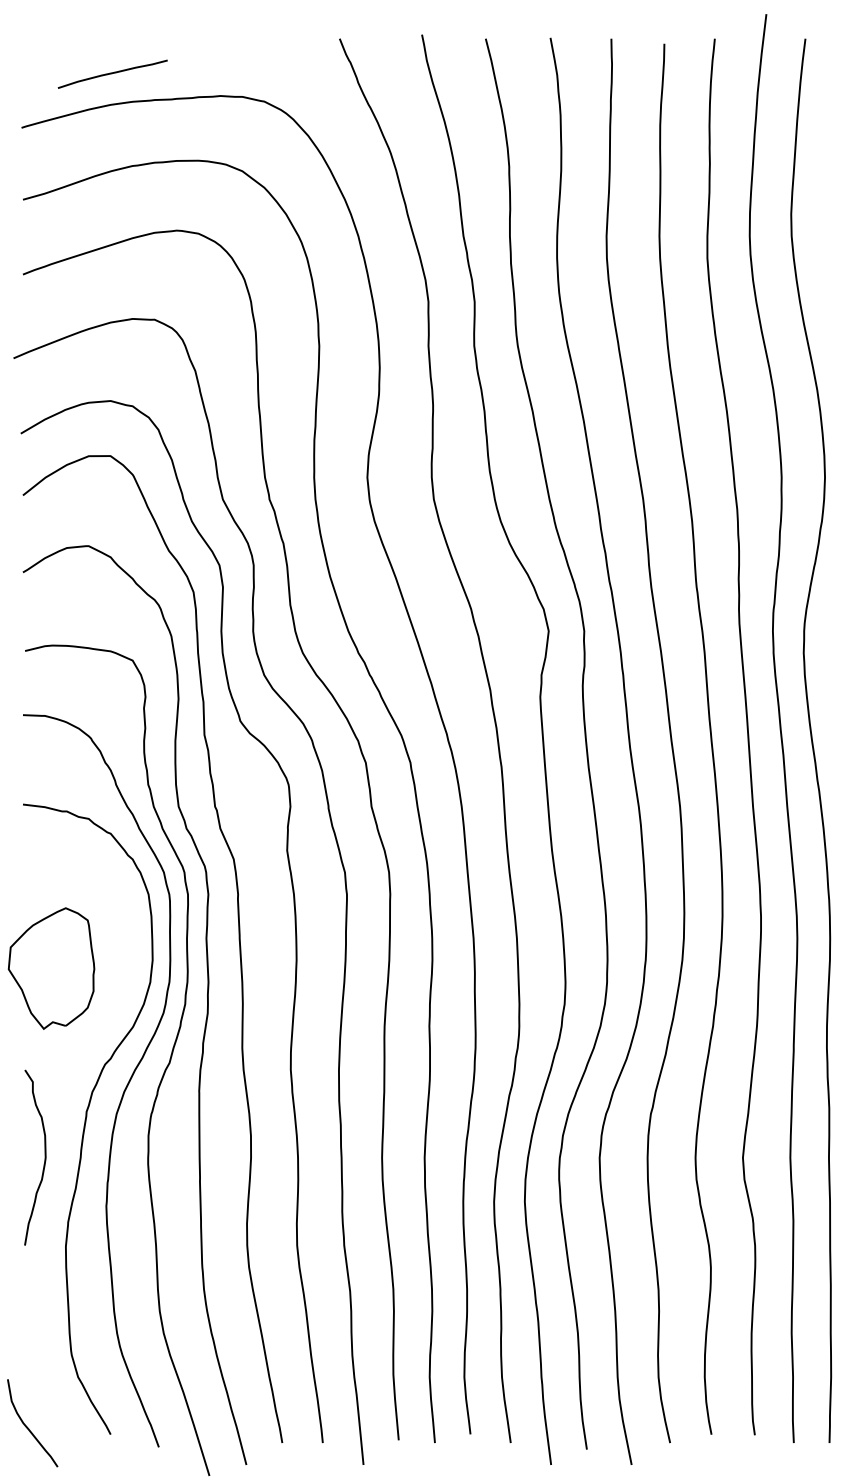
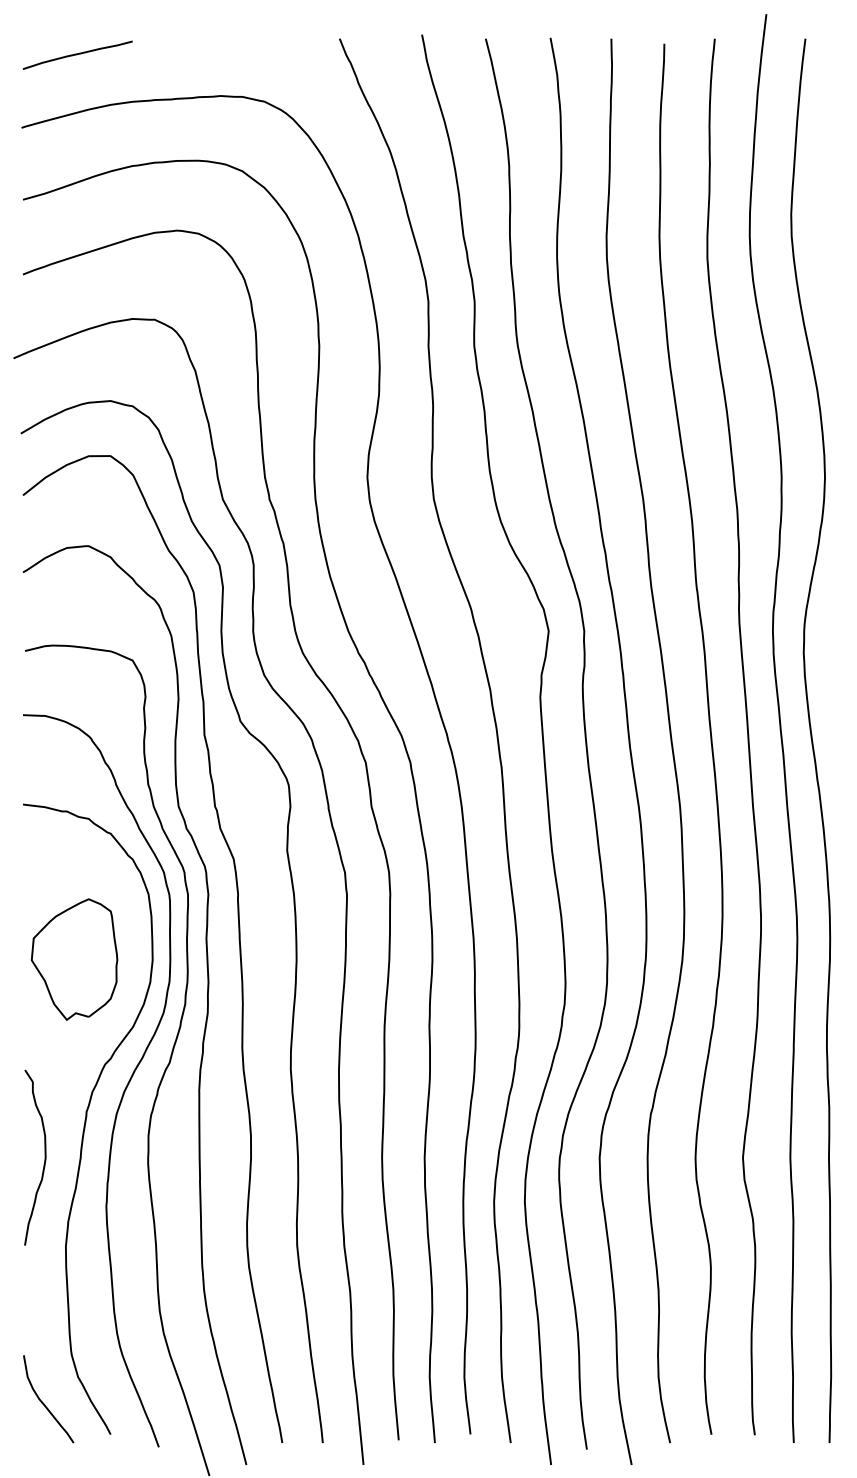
curve at (112, 73) position: (112, 73) -> (77, 54)
part at (51, 968) position: (51, 968) -> (74, 959)
curve at (28, 1427) position: (28, 1427) -> (44, 1403)
